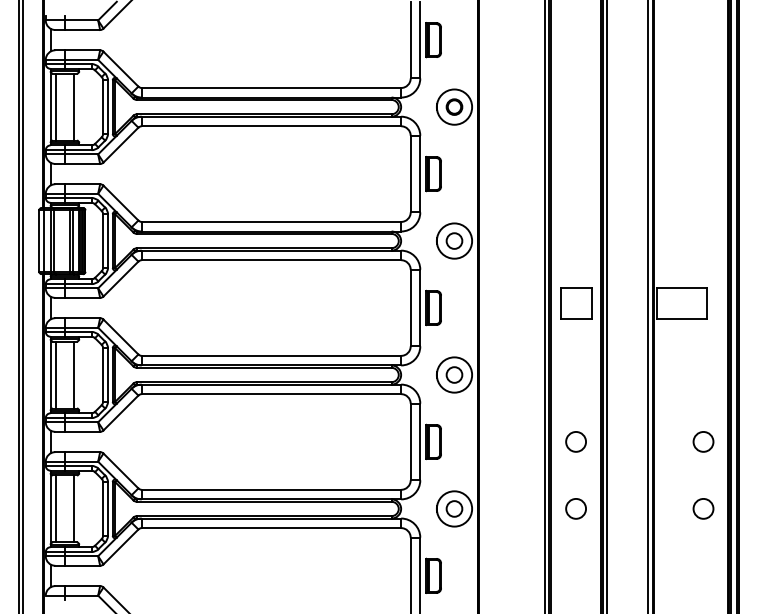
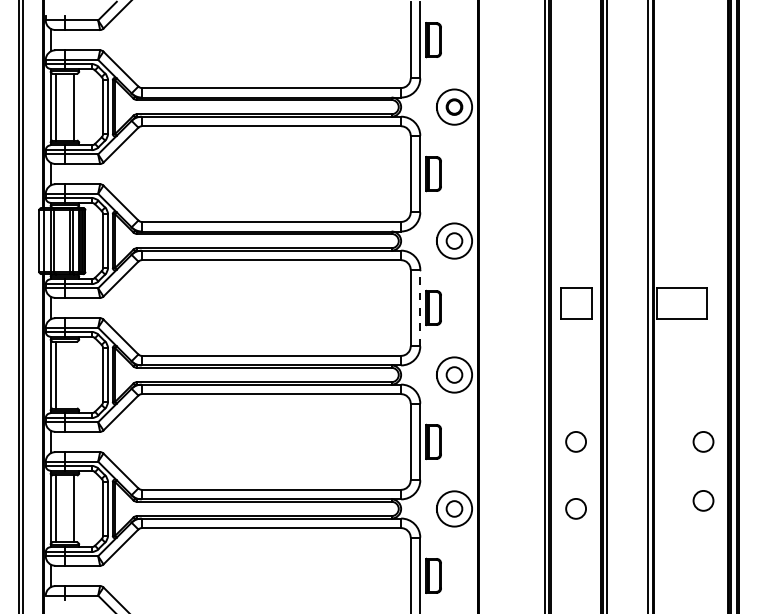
line at (420, 307): solid -> dashed
line at (74, 374): present -> none
circle at (703, 508) position: (703, 508) -> (703, 500)
